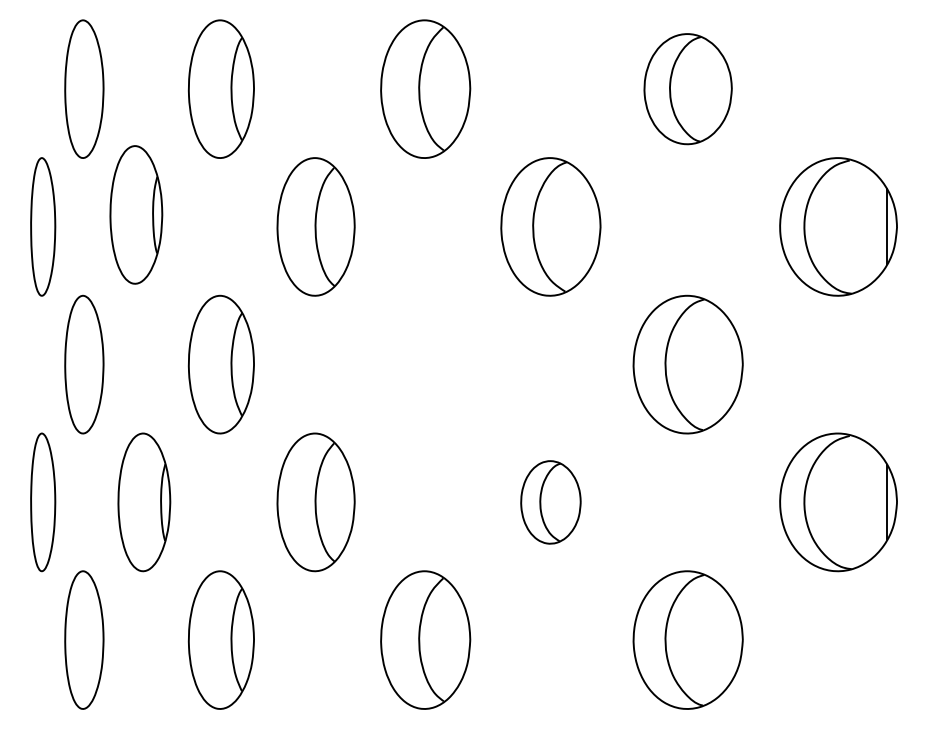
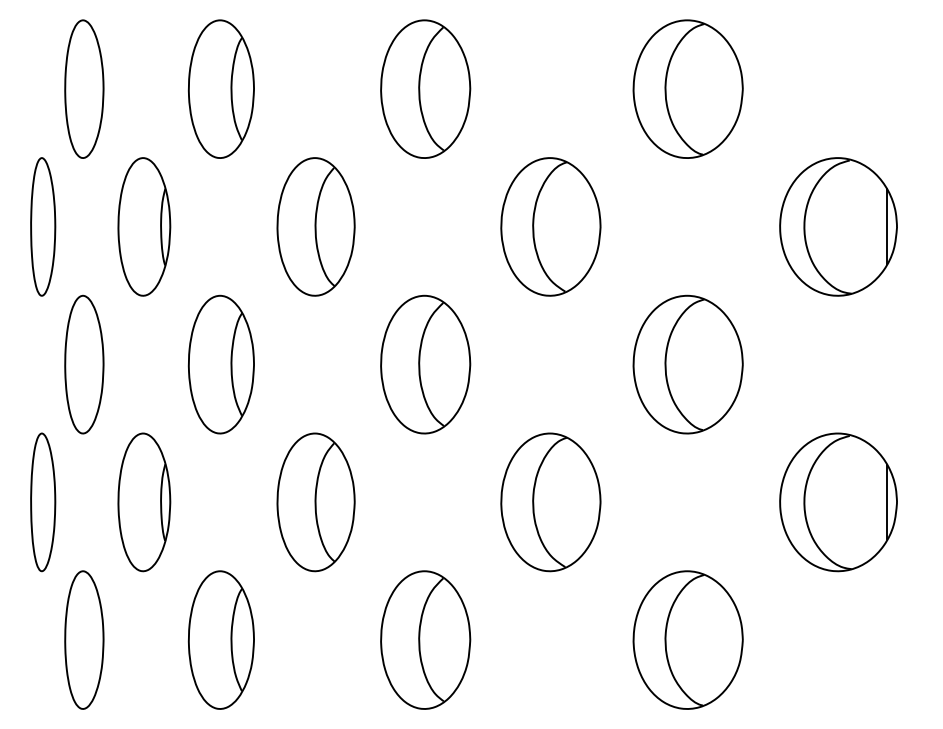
part at (687, 89) size: 90x113 px -> 112x140 px
part at (136, 214) position: (136, 214) -> (144, 226)
part at (425, 364): none -> present
part at (550, 502) size: 62x85 px -> 102x141 px
